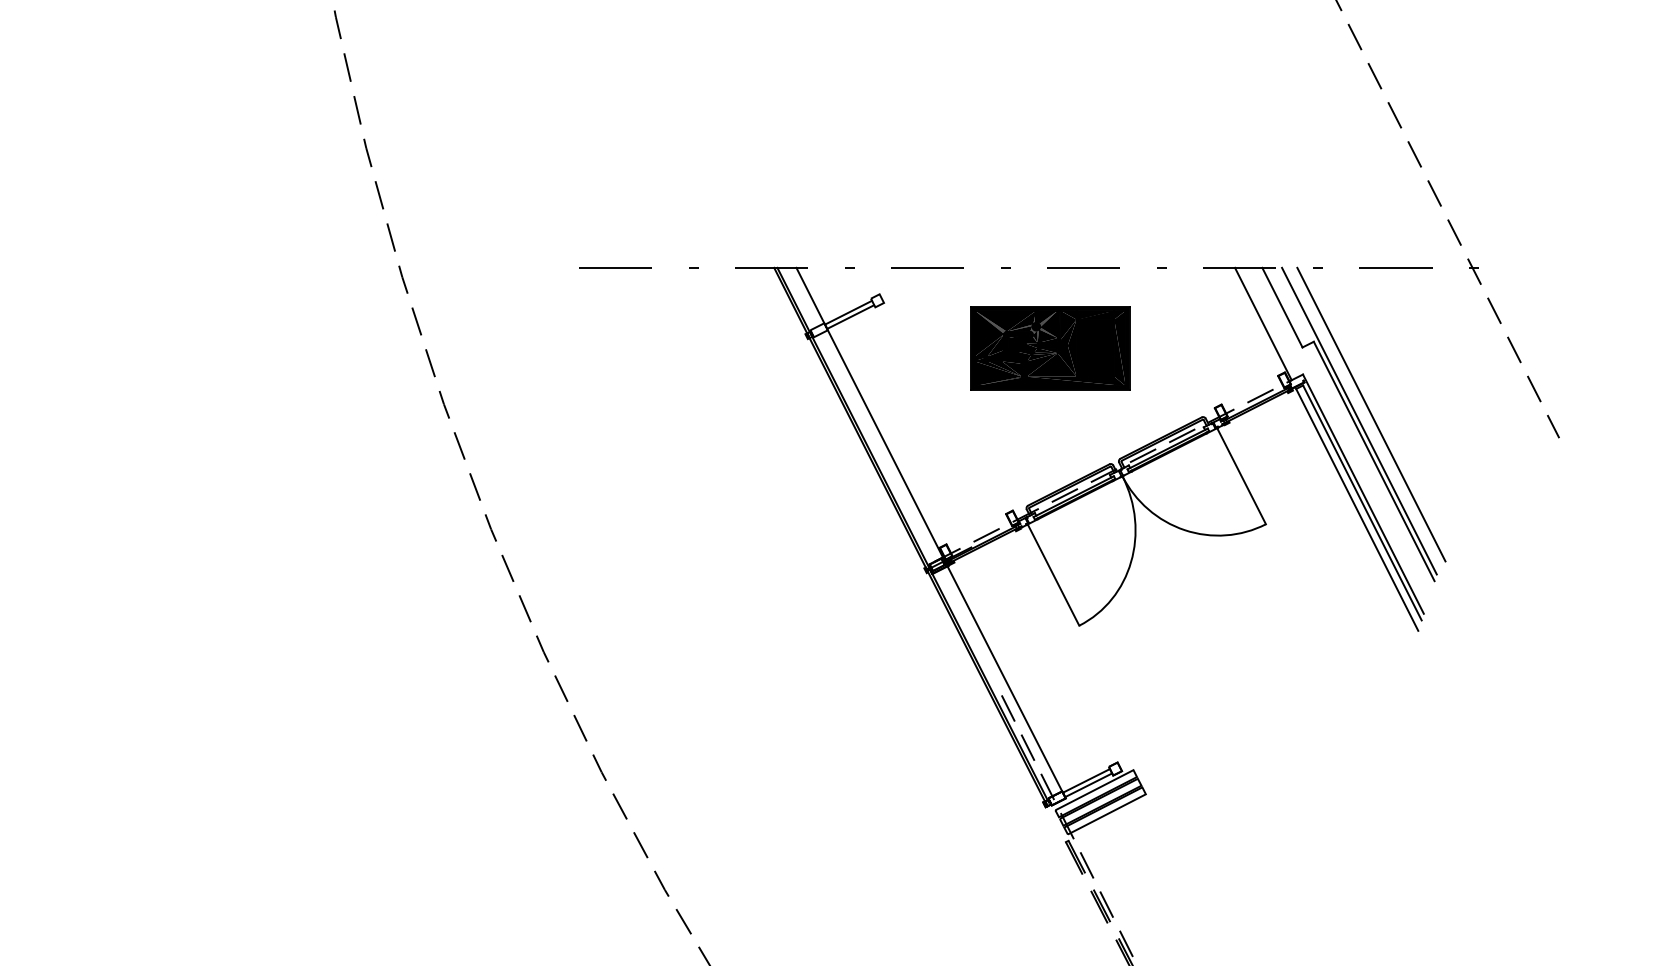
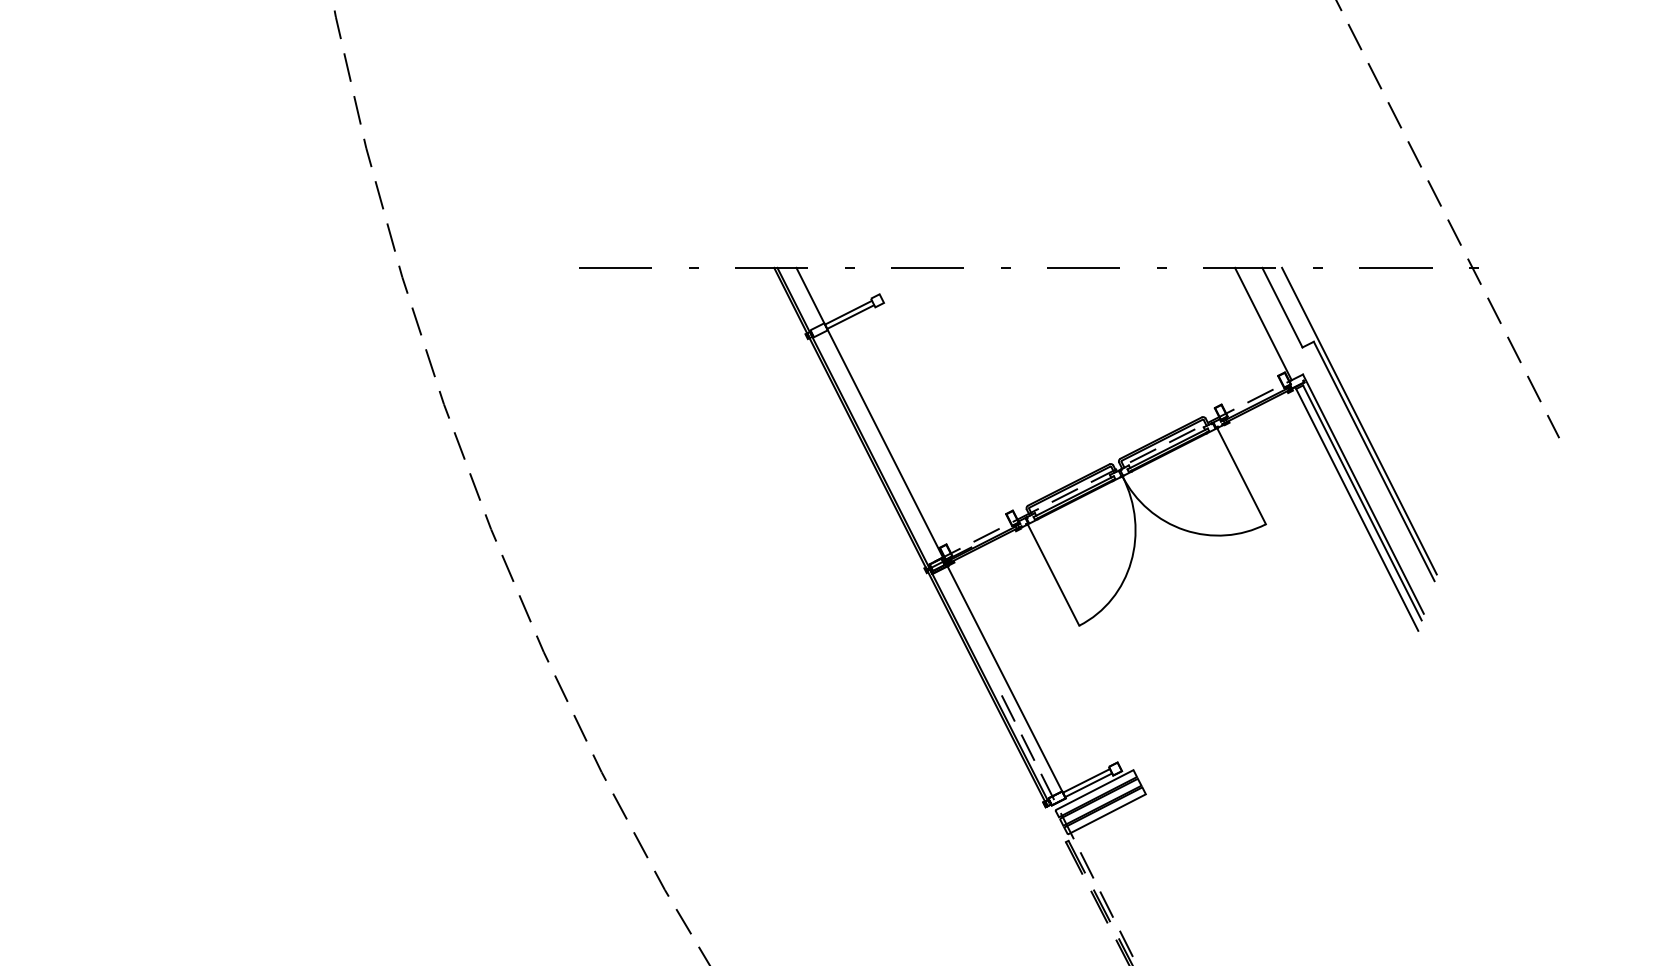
part at (1050, 348): present -> none
line at (1371, 414): present -> none
